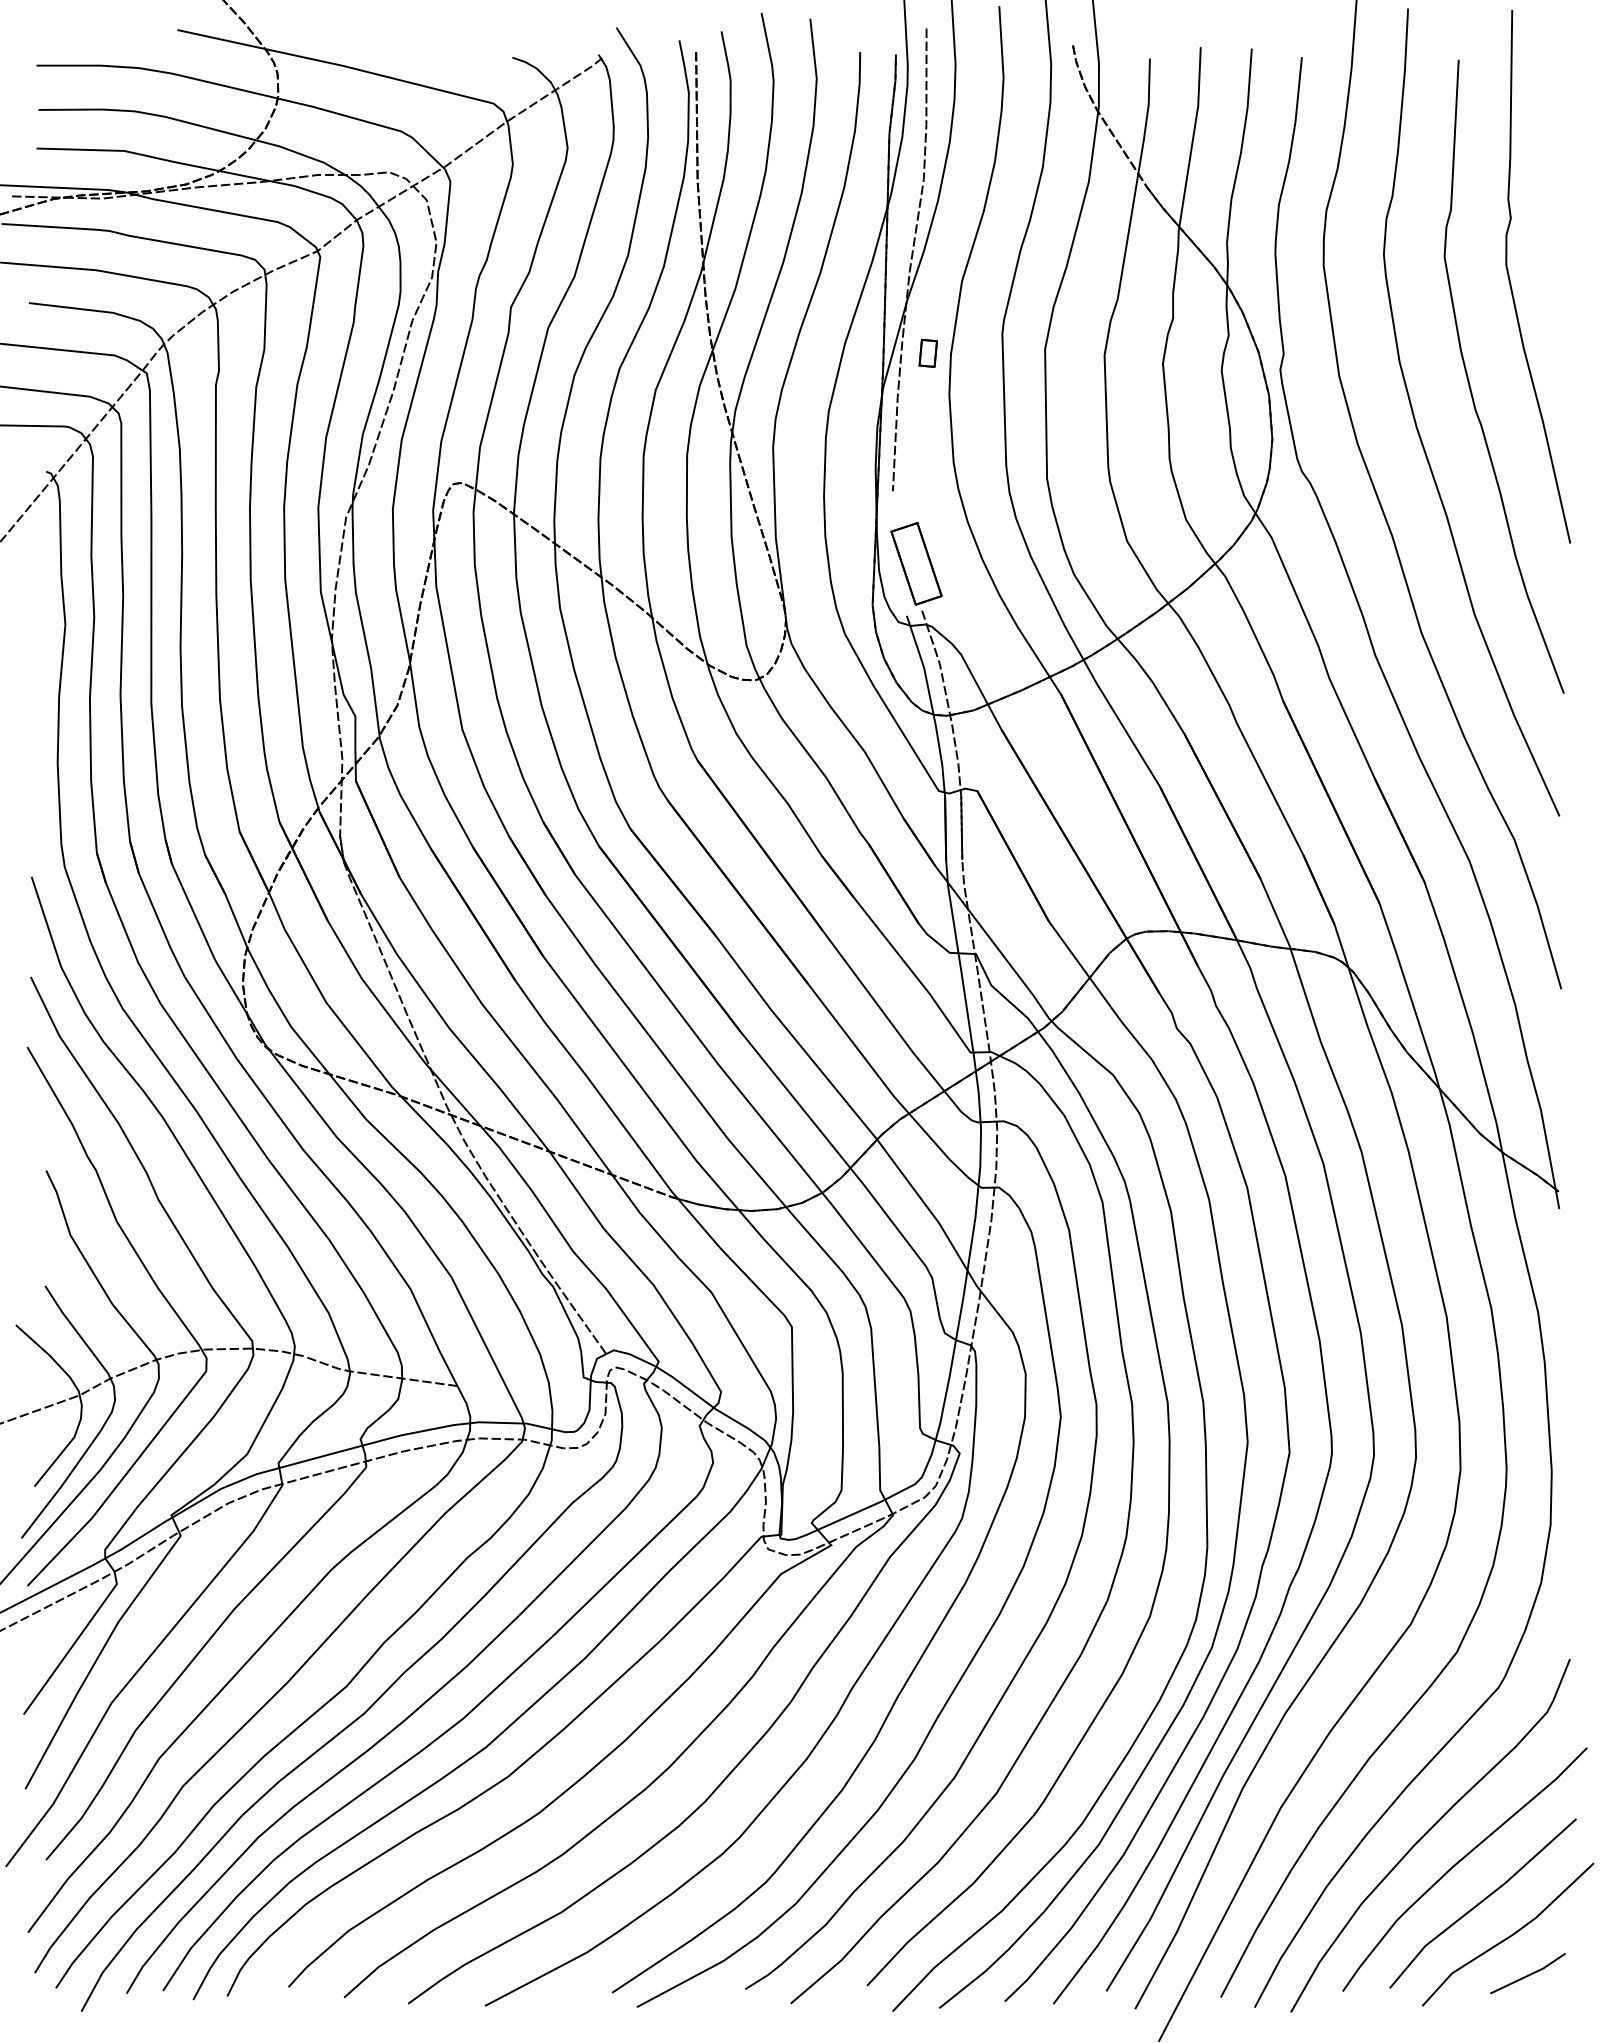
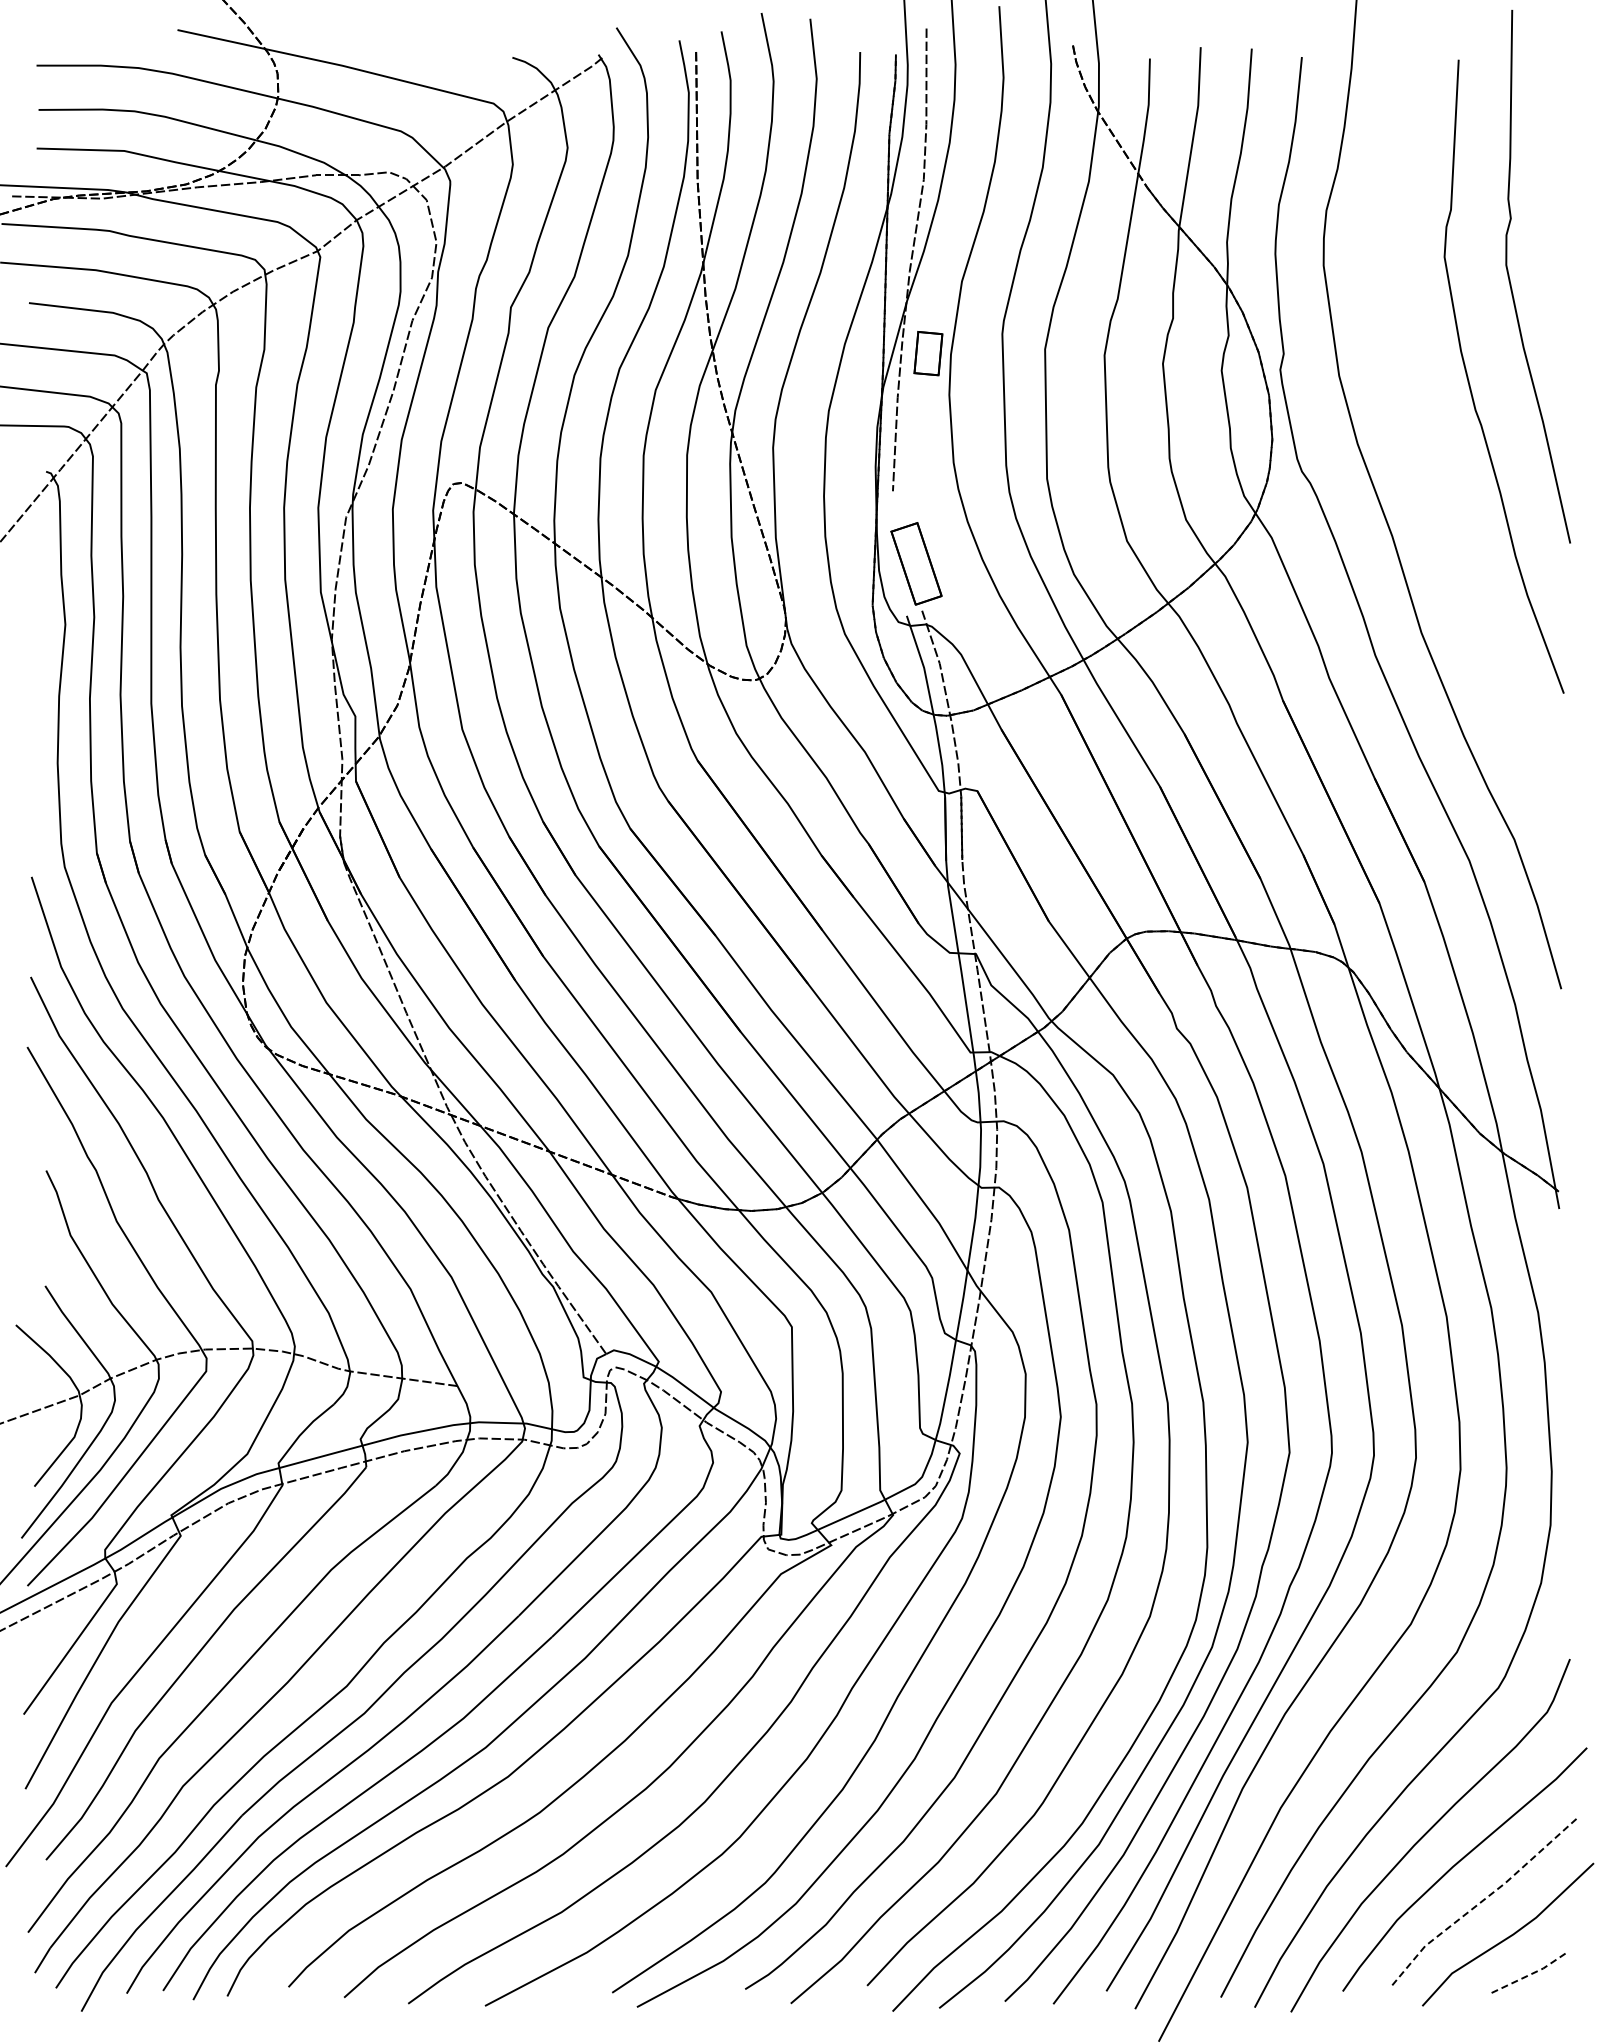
part at (927, 352) size: 20x30 px -> 31x46 px
curve at (1417, 425): present -> none
line at (1480, 1902): solid -> dashed
line at (1528, 1975): solid -> dashed
